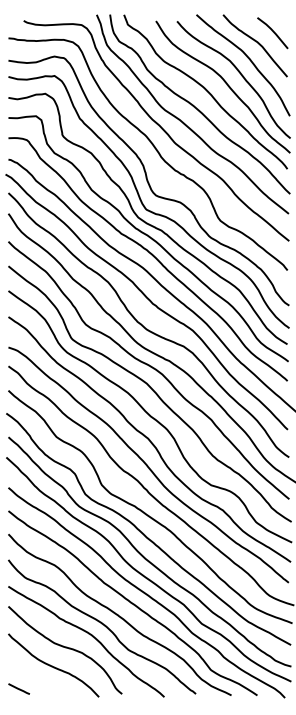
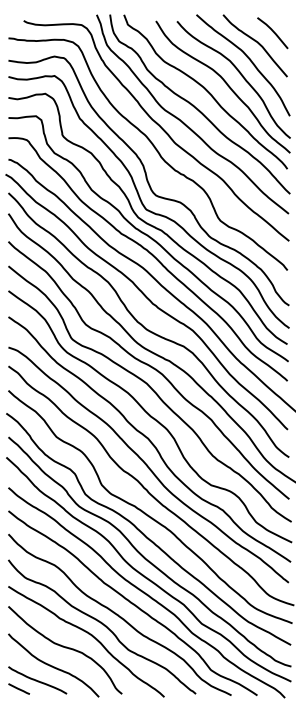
curve at (37, 680): none -> present
